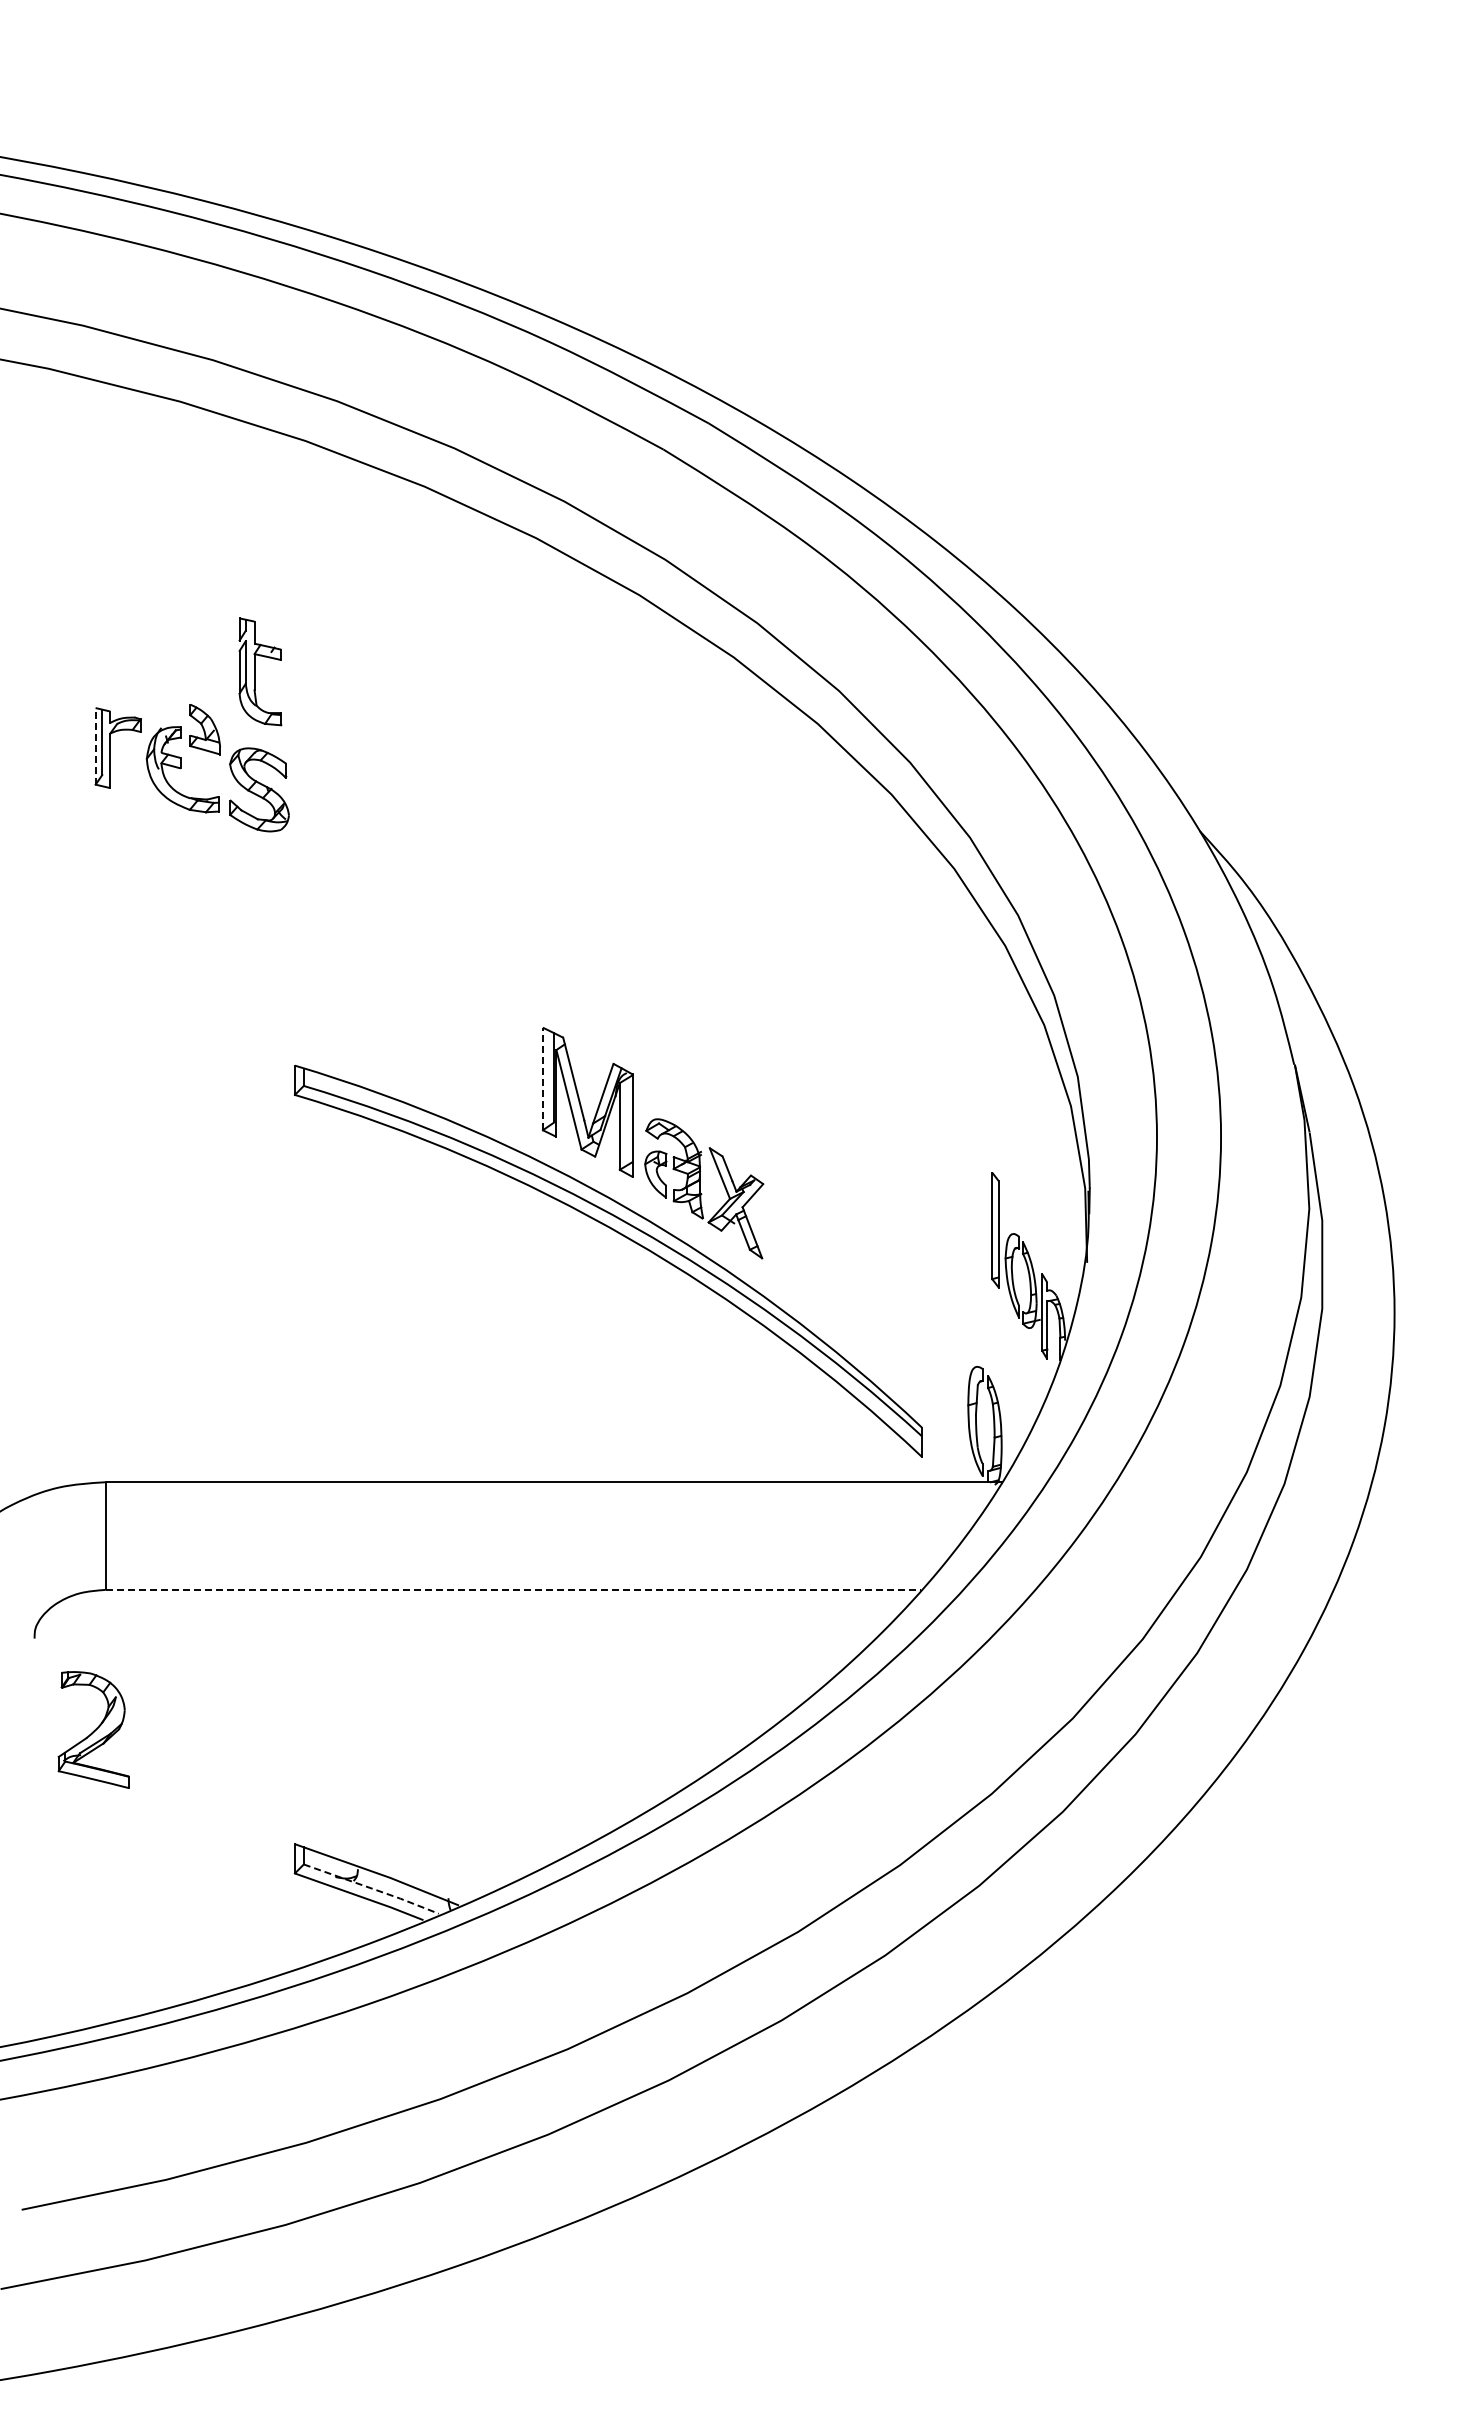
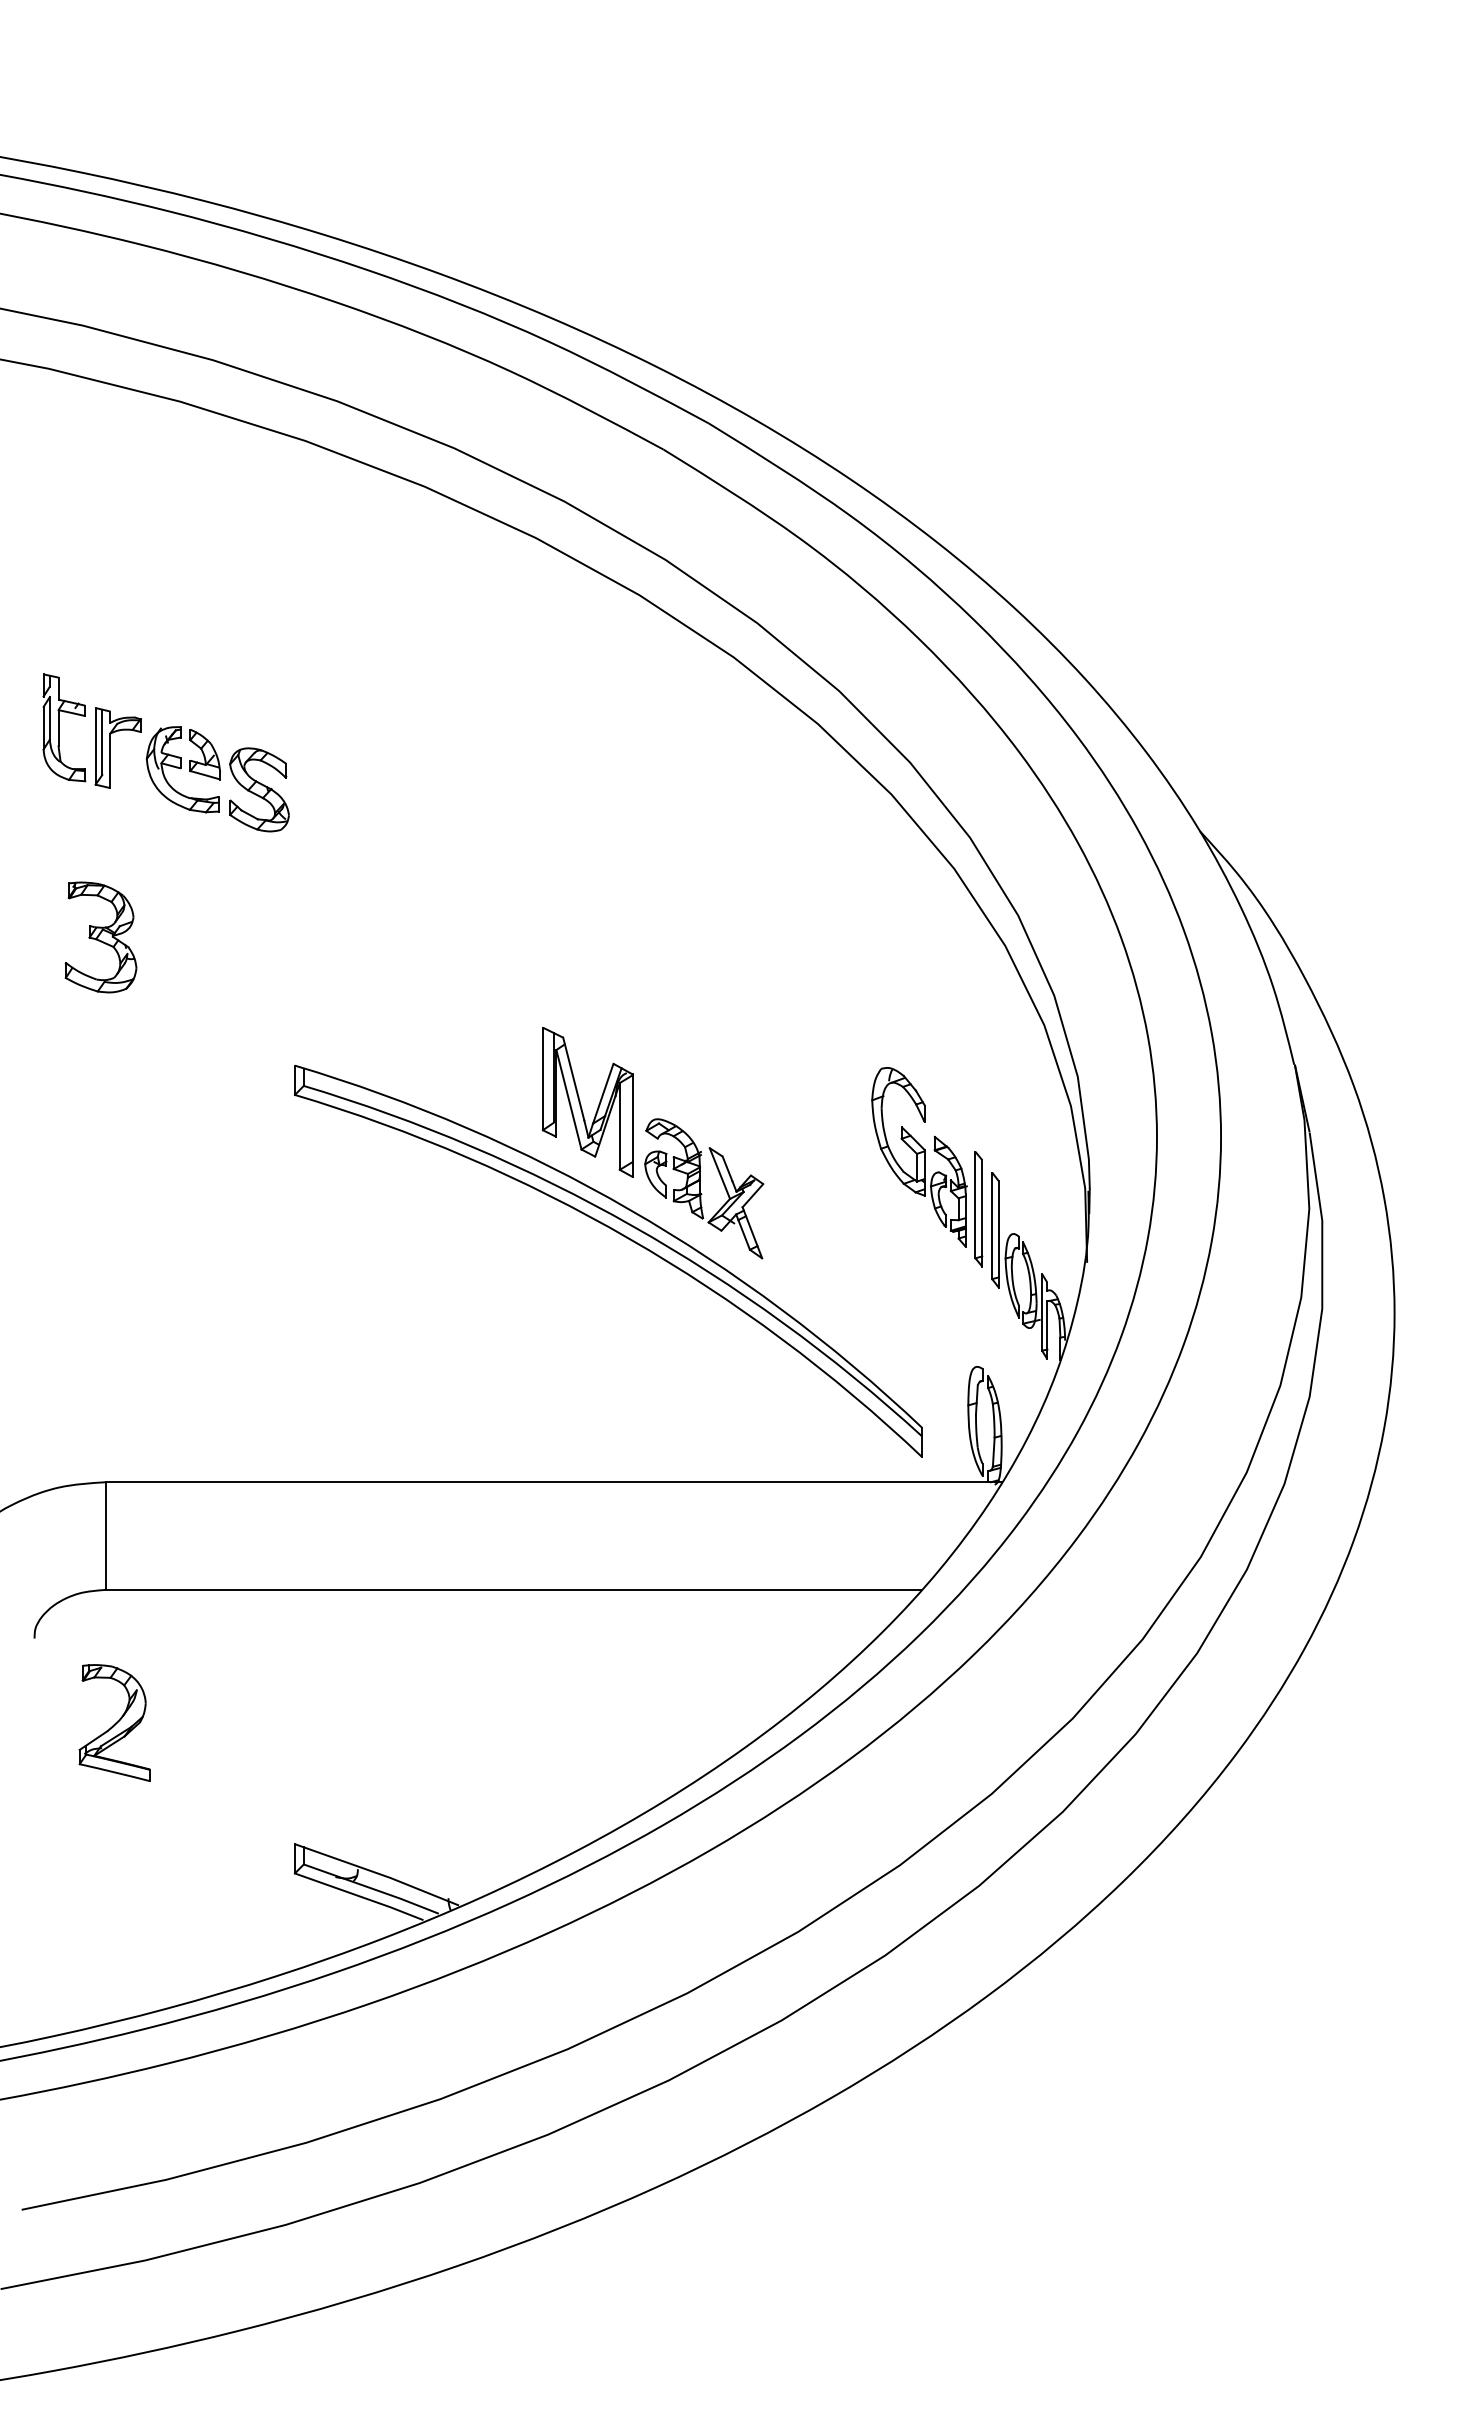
part at (260, 671) position: (260, 671) -> (64, 727)
part at (204, 729) position: (204, 729) -> (204, 754)
line at (95, 745): dashed -> solid
part at (100, 937): none -> present
line at (542, 1078): dashed -> solid
part at (927, 1167): none -> present
line at (513, 1589): dashed -> solid
part at (93, 1729) position: (93, 1729) -> (114, 1722)
line at (372, 1888): dashed -> solid
